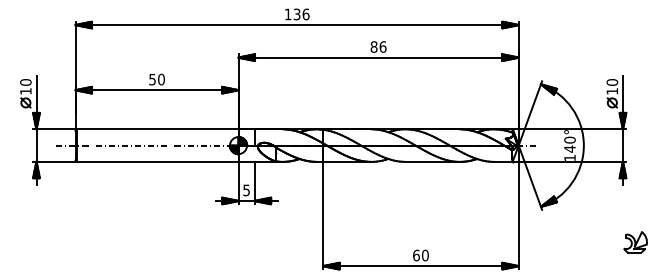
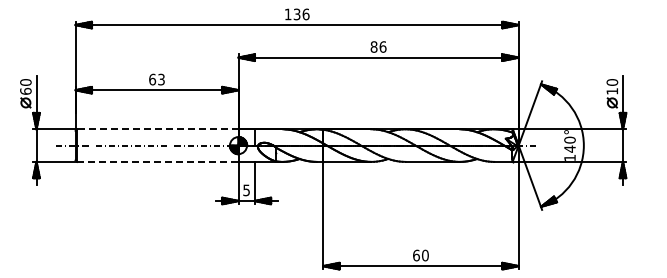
text at (156, 79): 50 -> 63
text at (25, 90): 10 -> 60
line at (157, 129): solid -> dashed
line at (157, 161): solid -> dashed
part at (635, 242): present -> none
